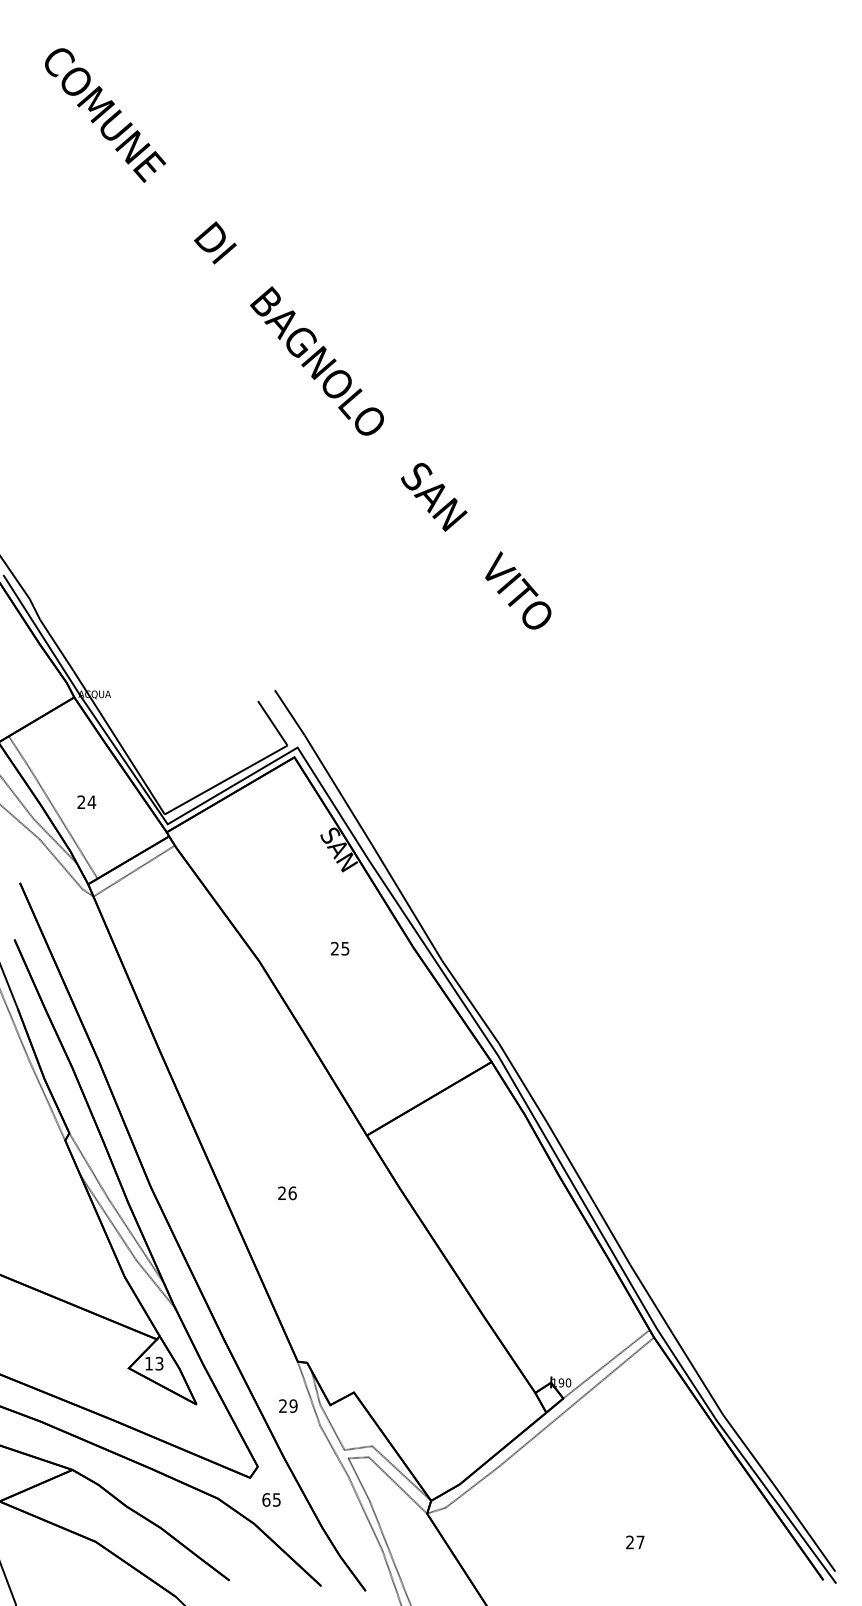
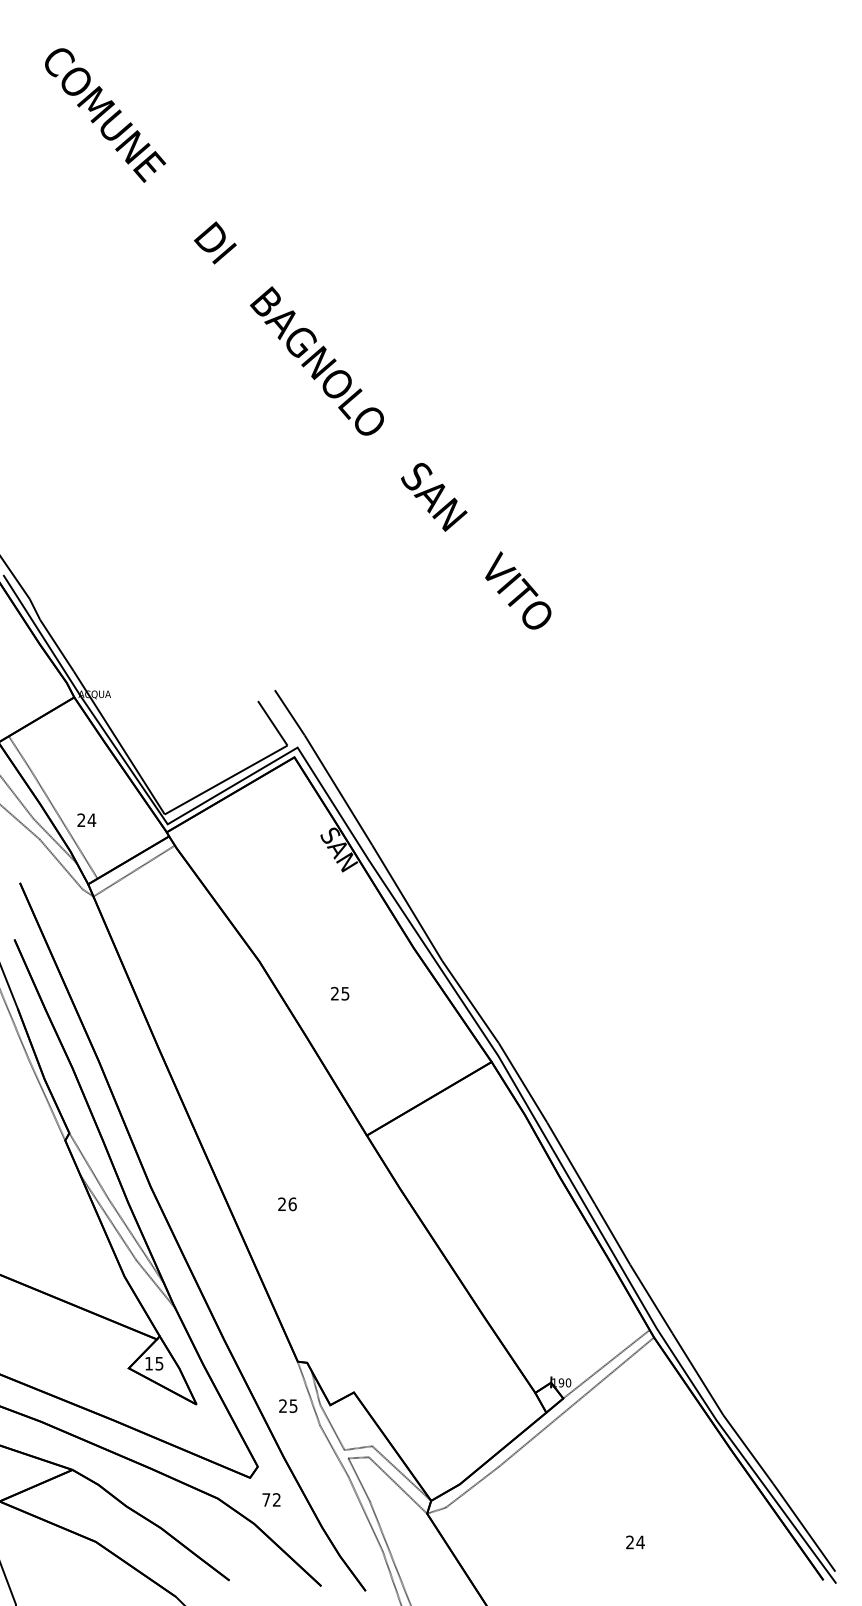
text at (86, 801) position: (86, 801) -> (86, 819)
text at (340, 948) position: (340, 948) -> (340, 993)
text at (287, 1193) position: (287, 1193) -> (287, 1204)
text at (159, 1362): 13 -> 15
text at (293, 1405): 29 -> 25
text at (271, 1499): 65 -> 72
text at (640, 1542): 27 -> 24
